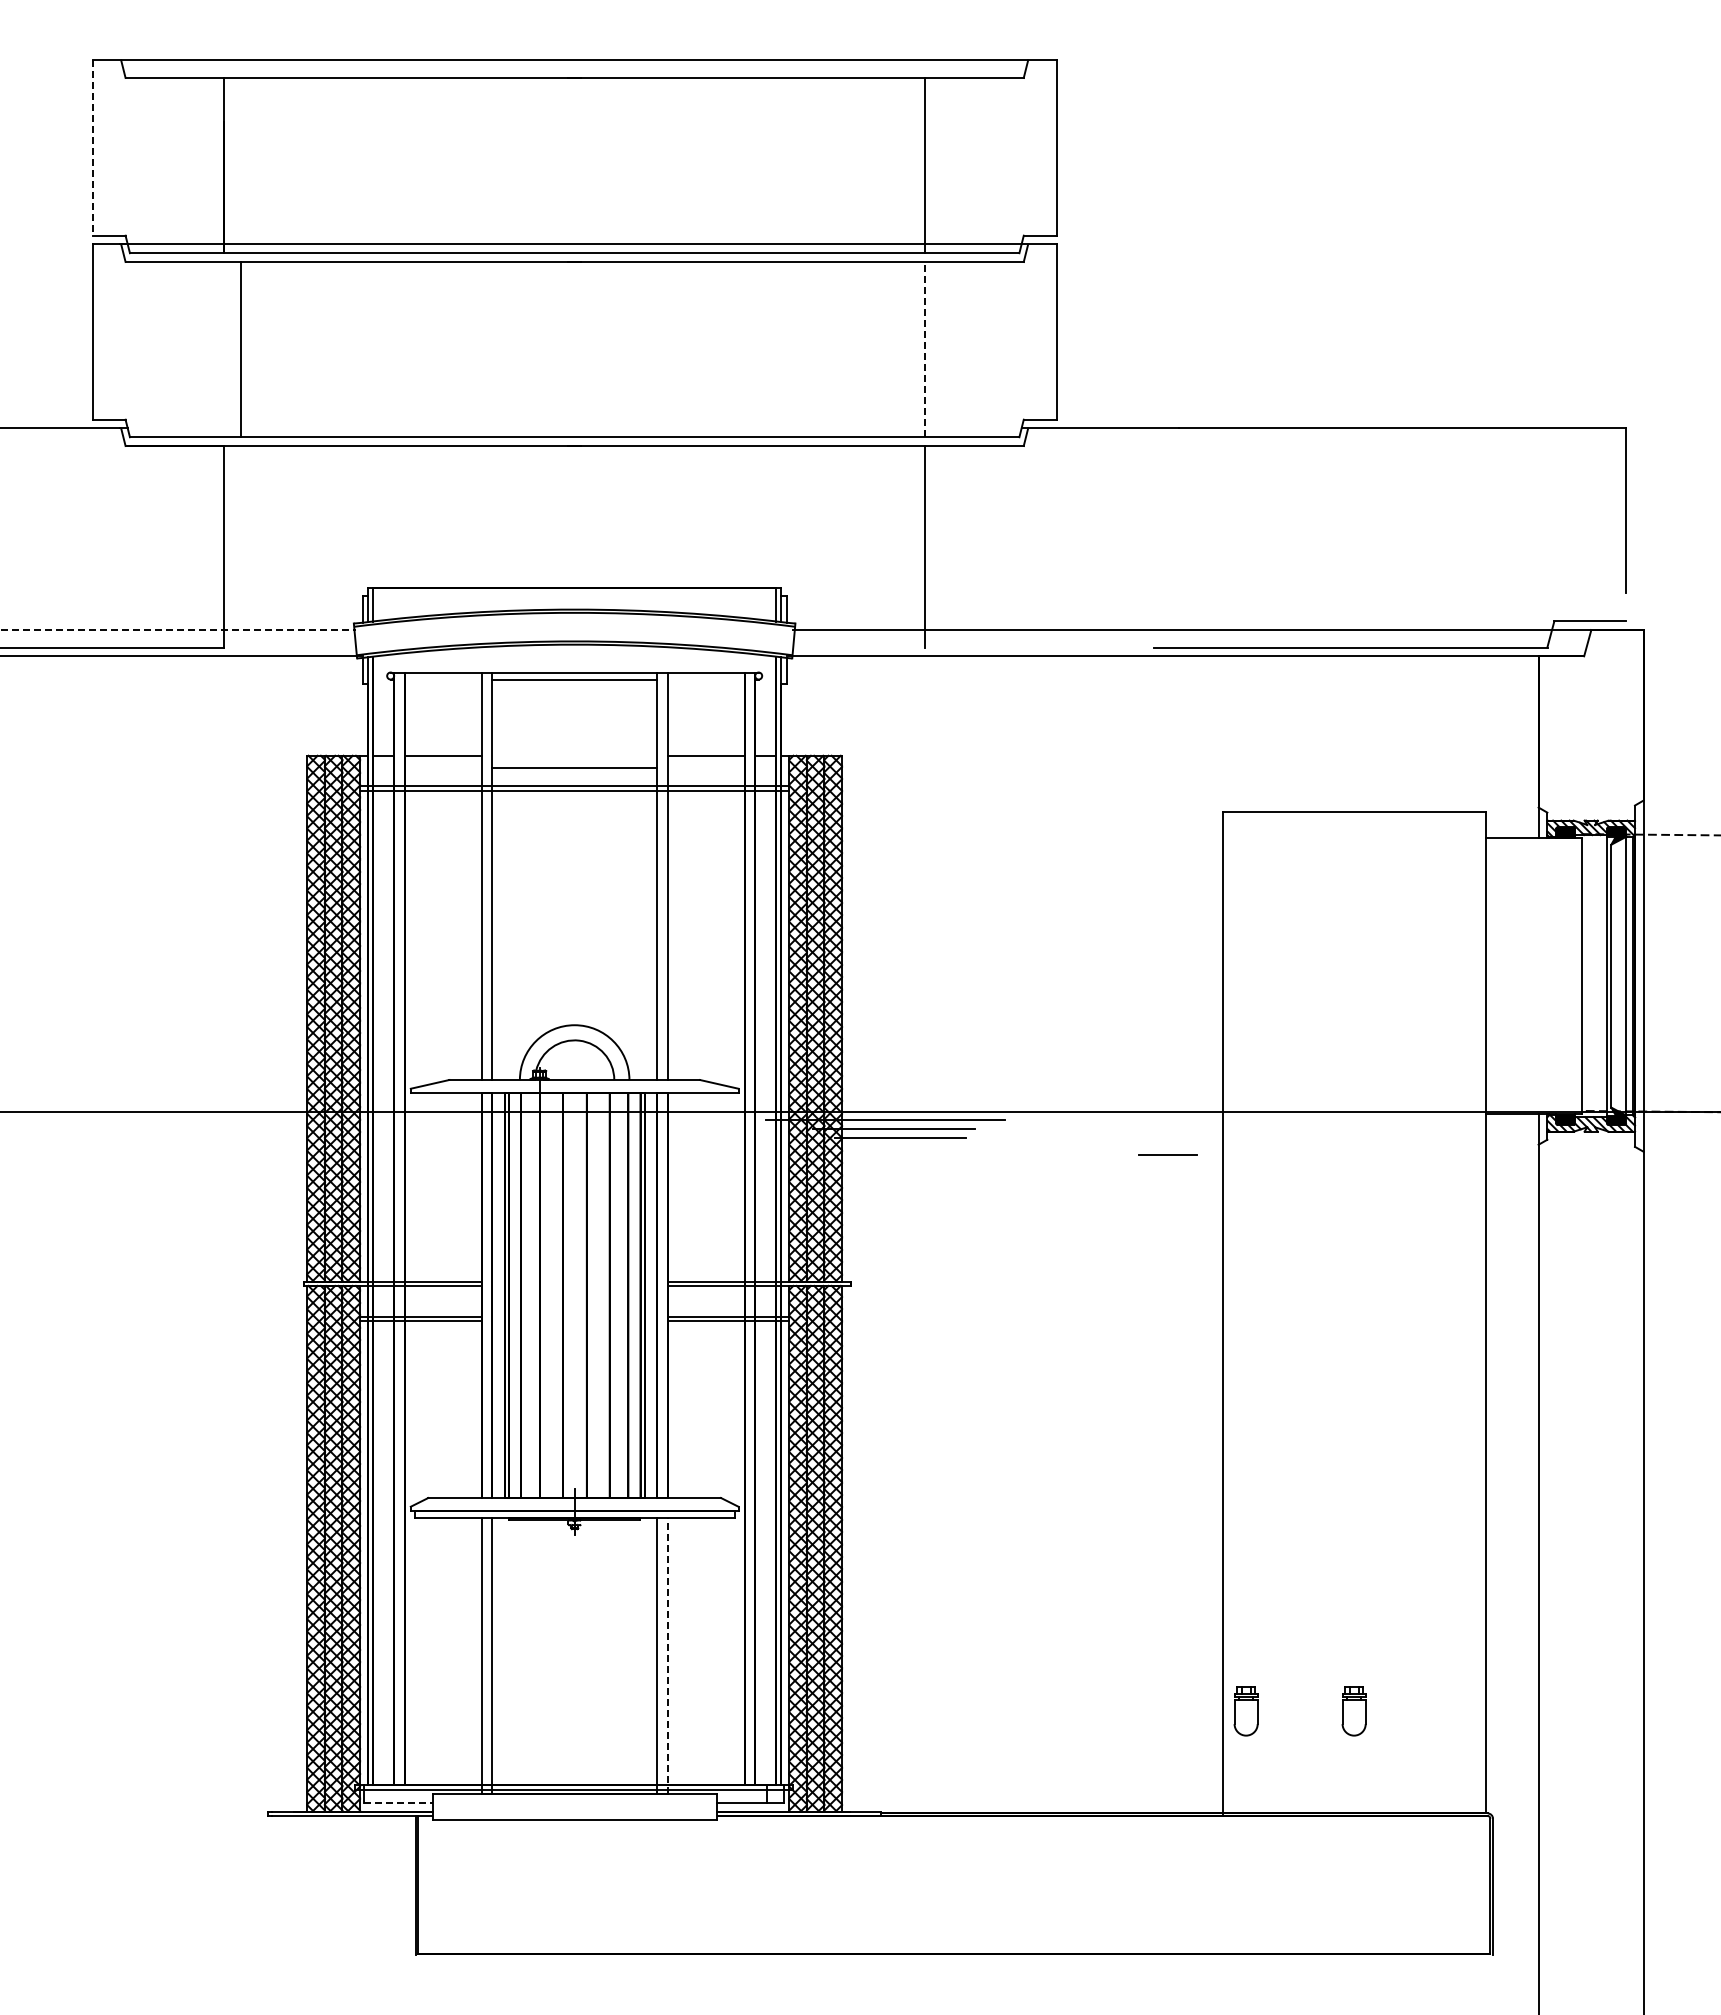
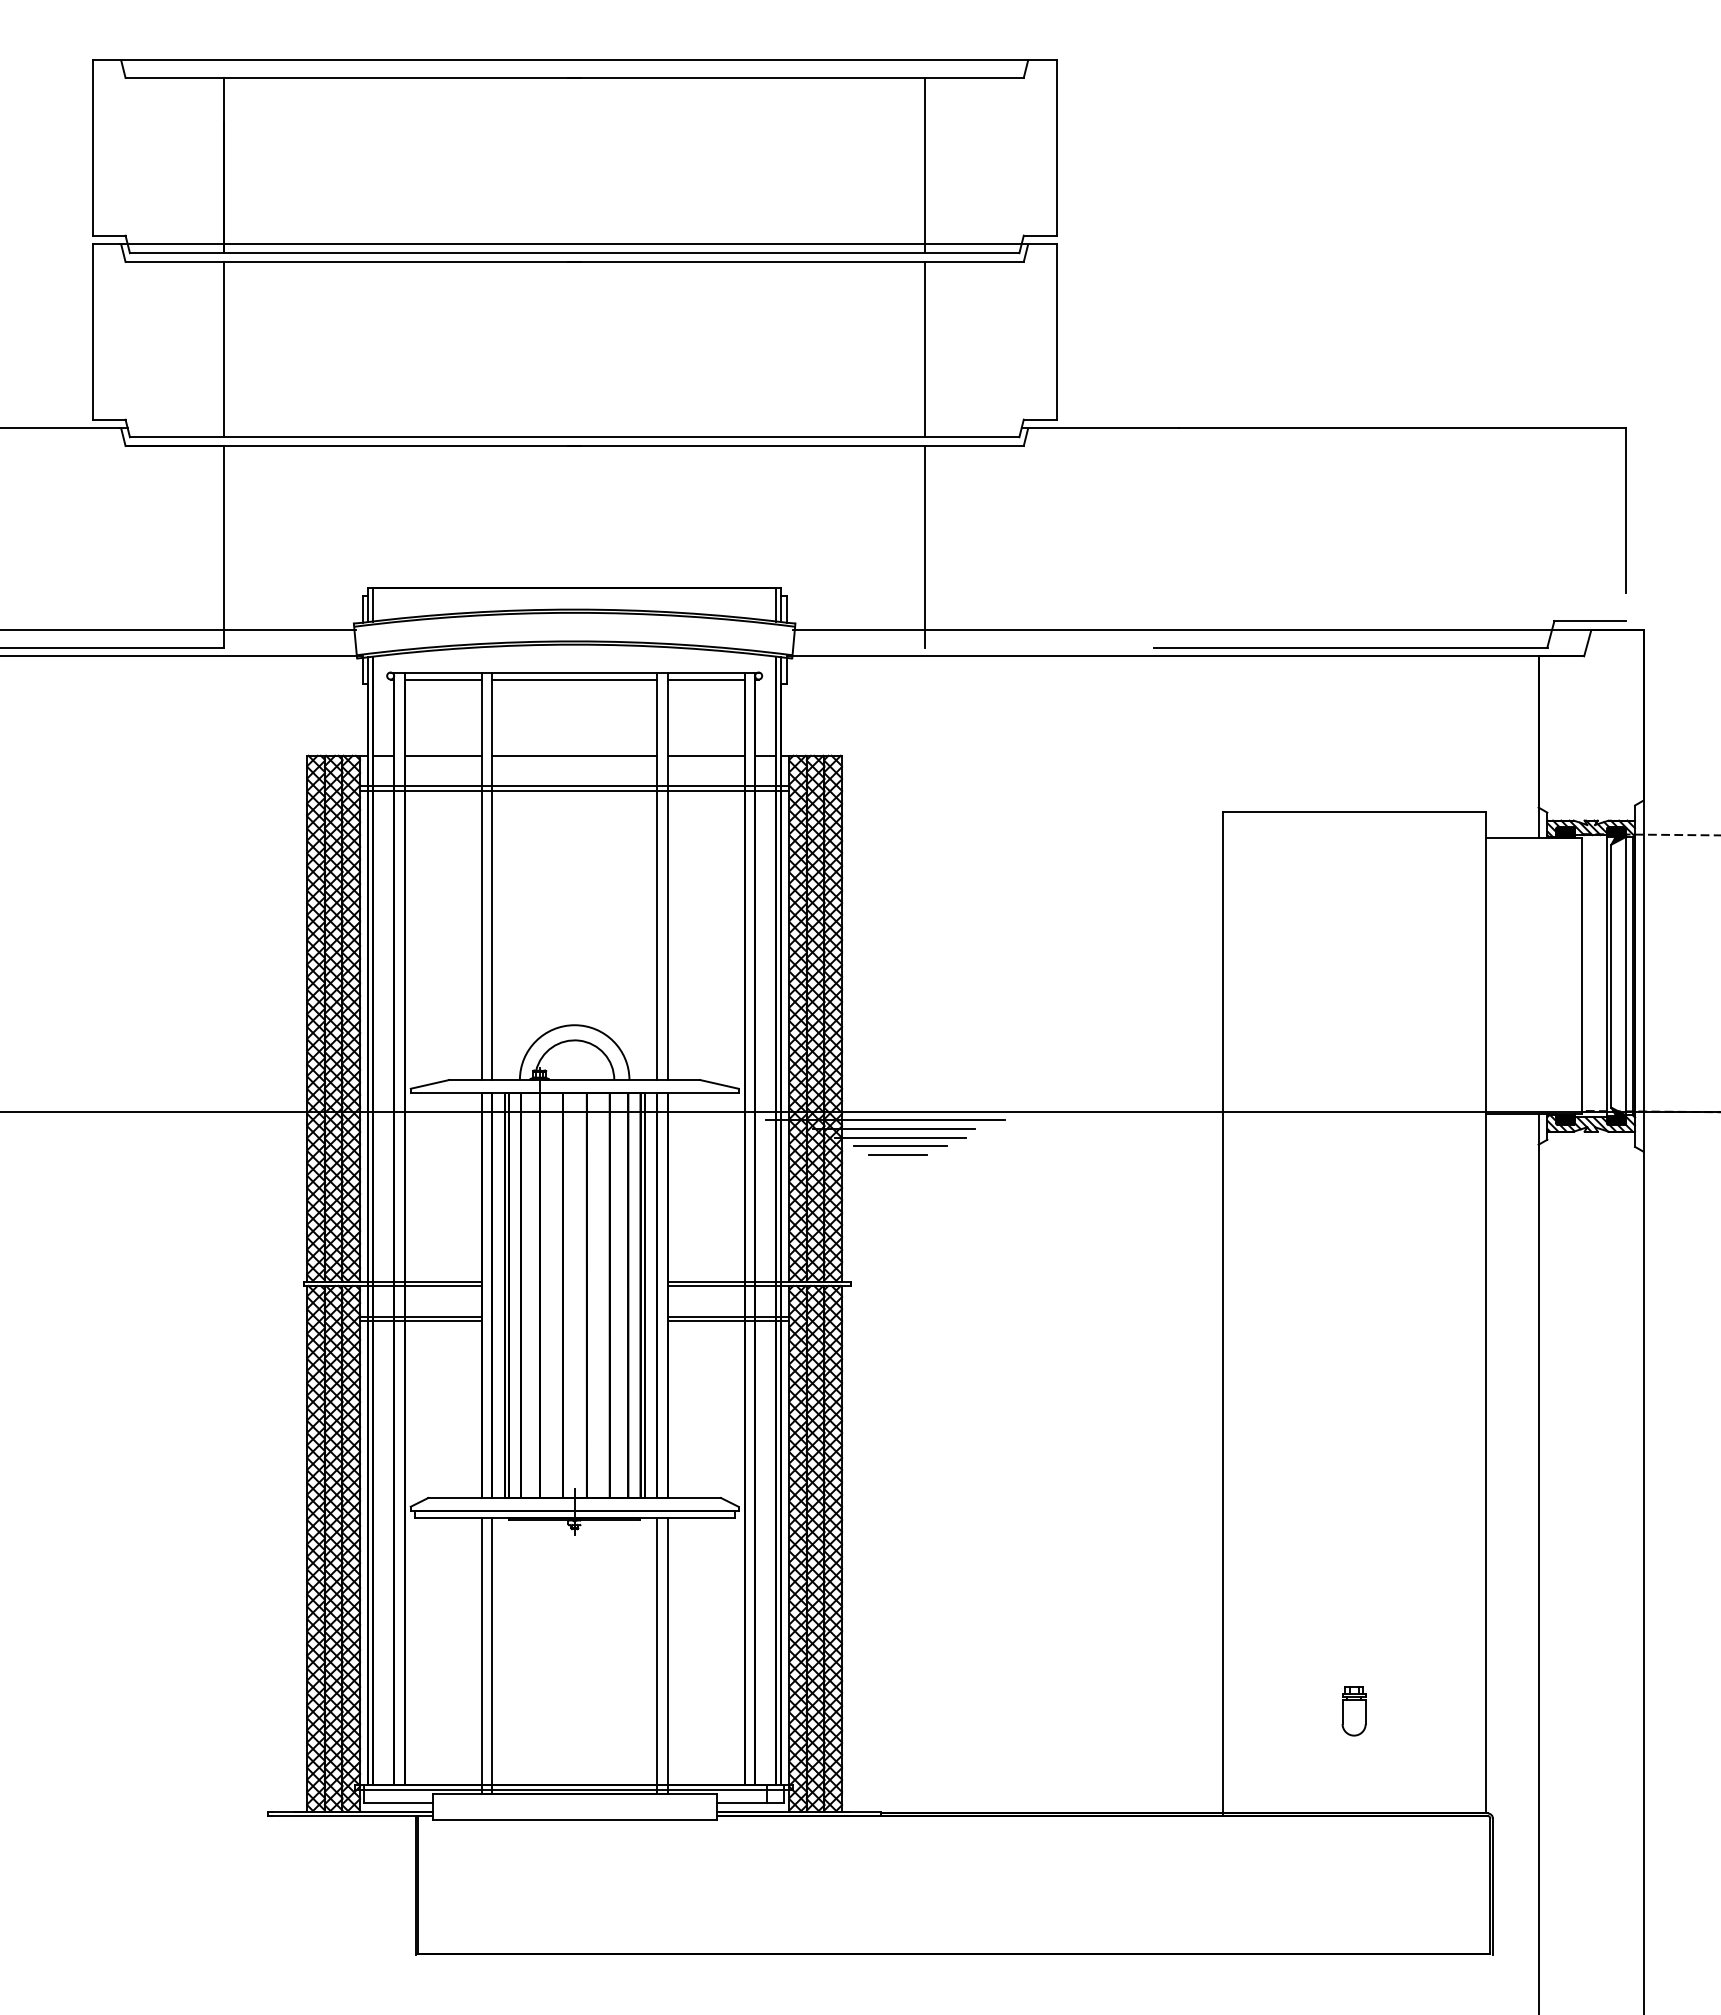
line at (92, 148): dashed -> solid
line at (241, 349) position: (241, 349) -> (224, 349)
line at (925, 349): dashed -> solid
line at (178, 630): dashed -> solid
line at (442, 679): none -> present
line at (705, 679): none -> present
line at (574, 767) position: (574, 767) -> (574, 755)
line at (900, 1146): none -> present
line at (1167, 1154) position: (1167, 1154) -> (897, 1154)
line at (667, 1655): dashed -> solid
part at (1245, 1711): present -> none
line at (399, 1802): dashed -> solid
